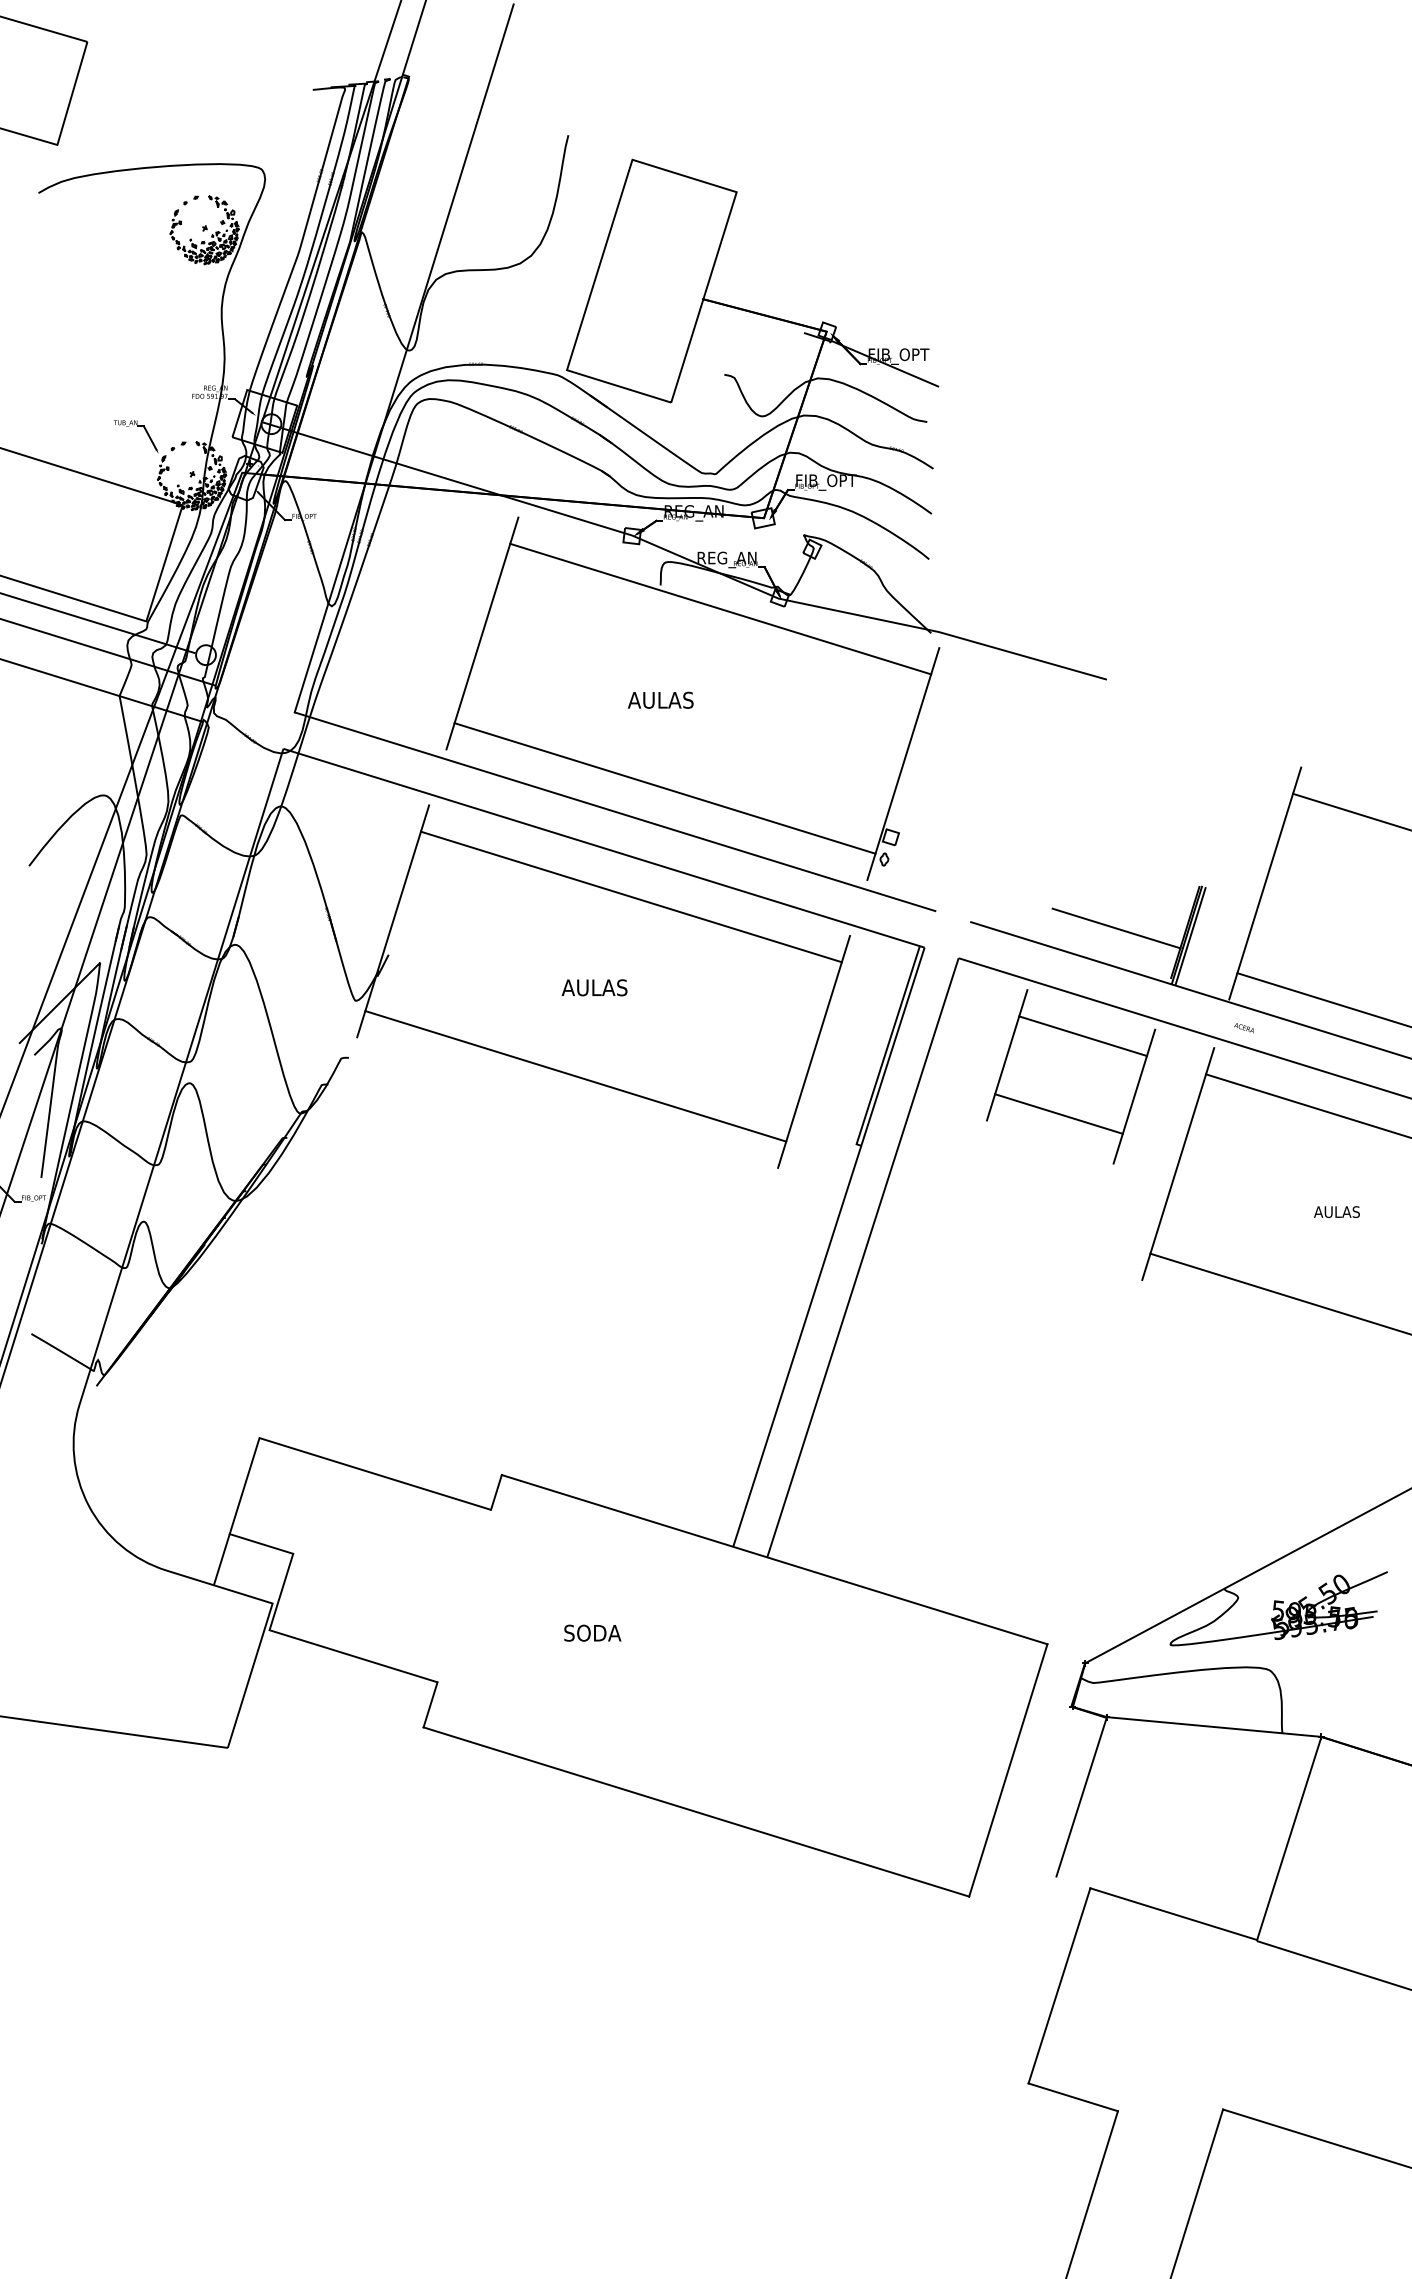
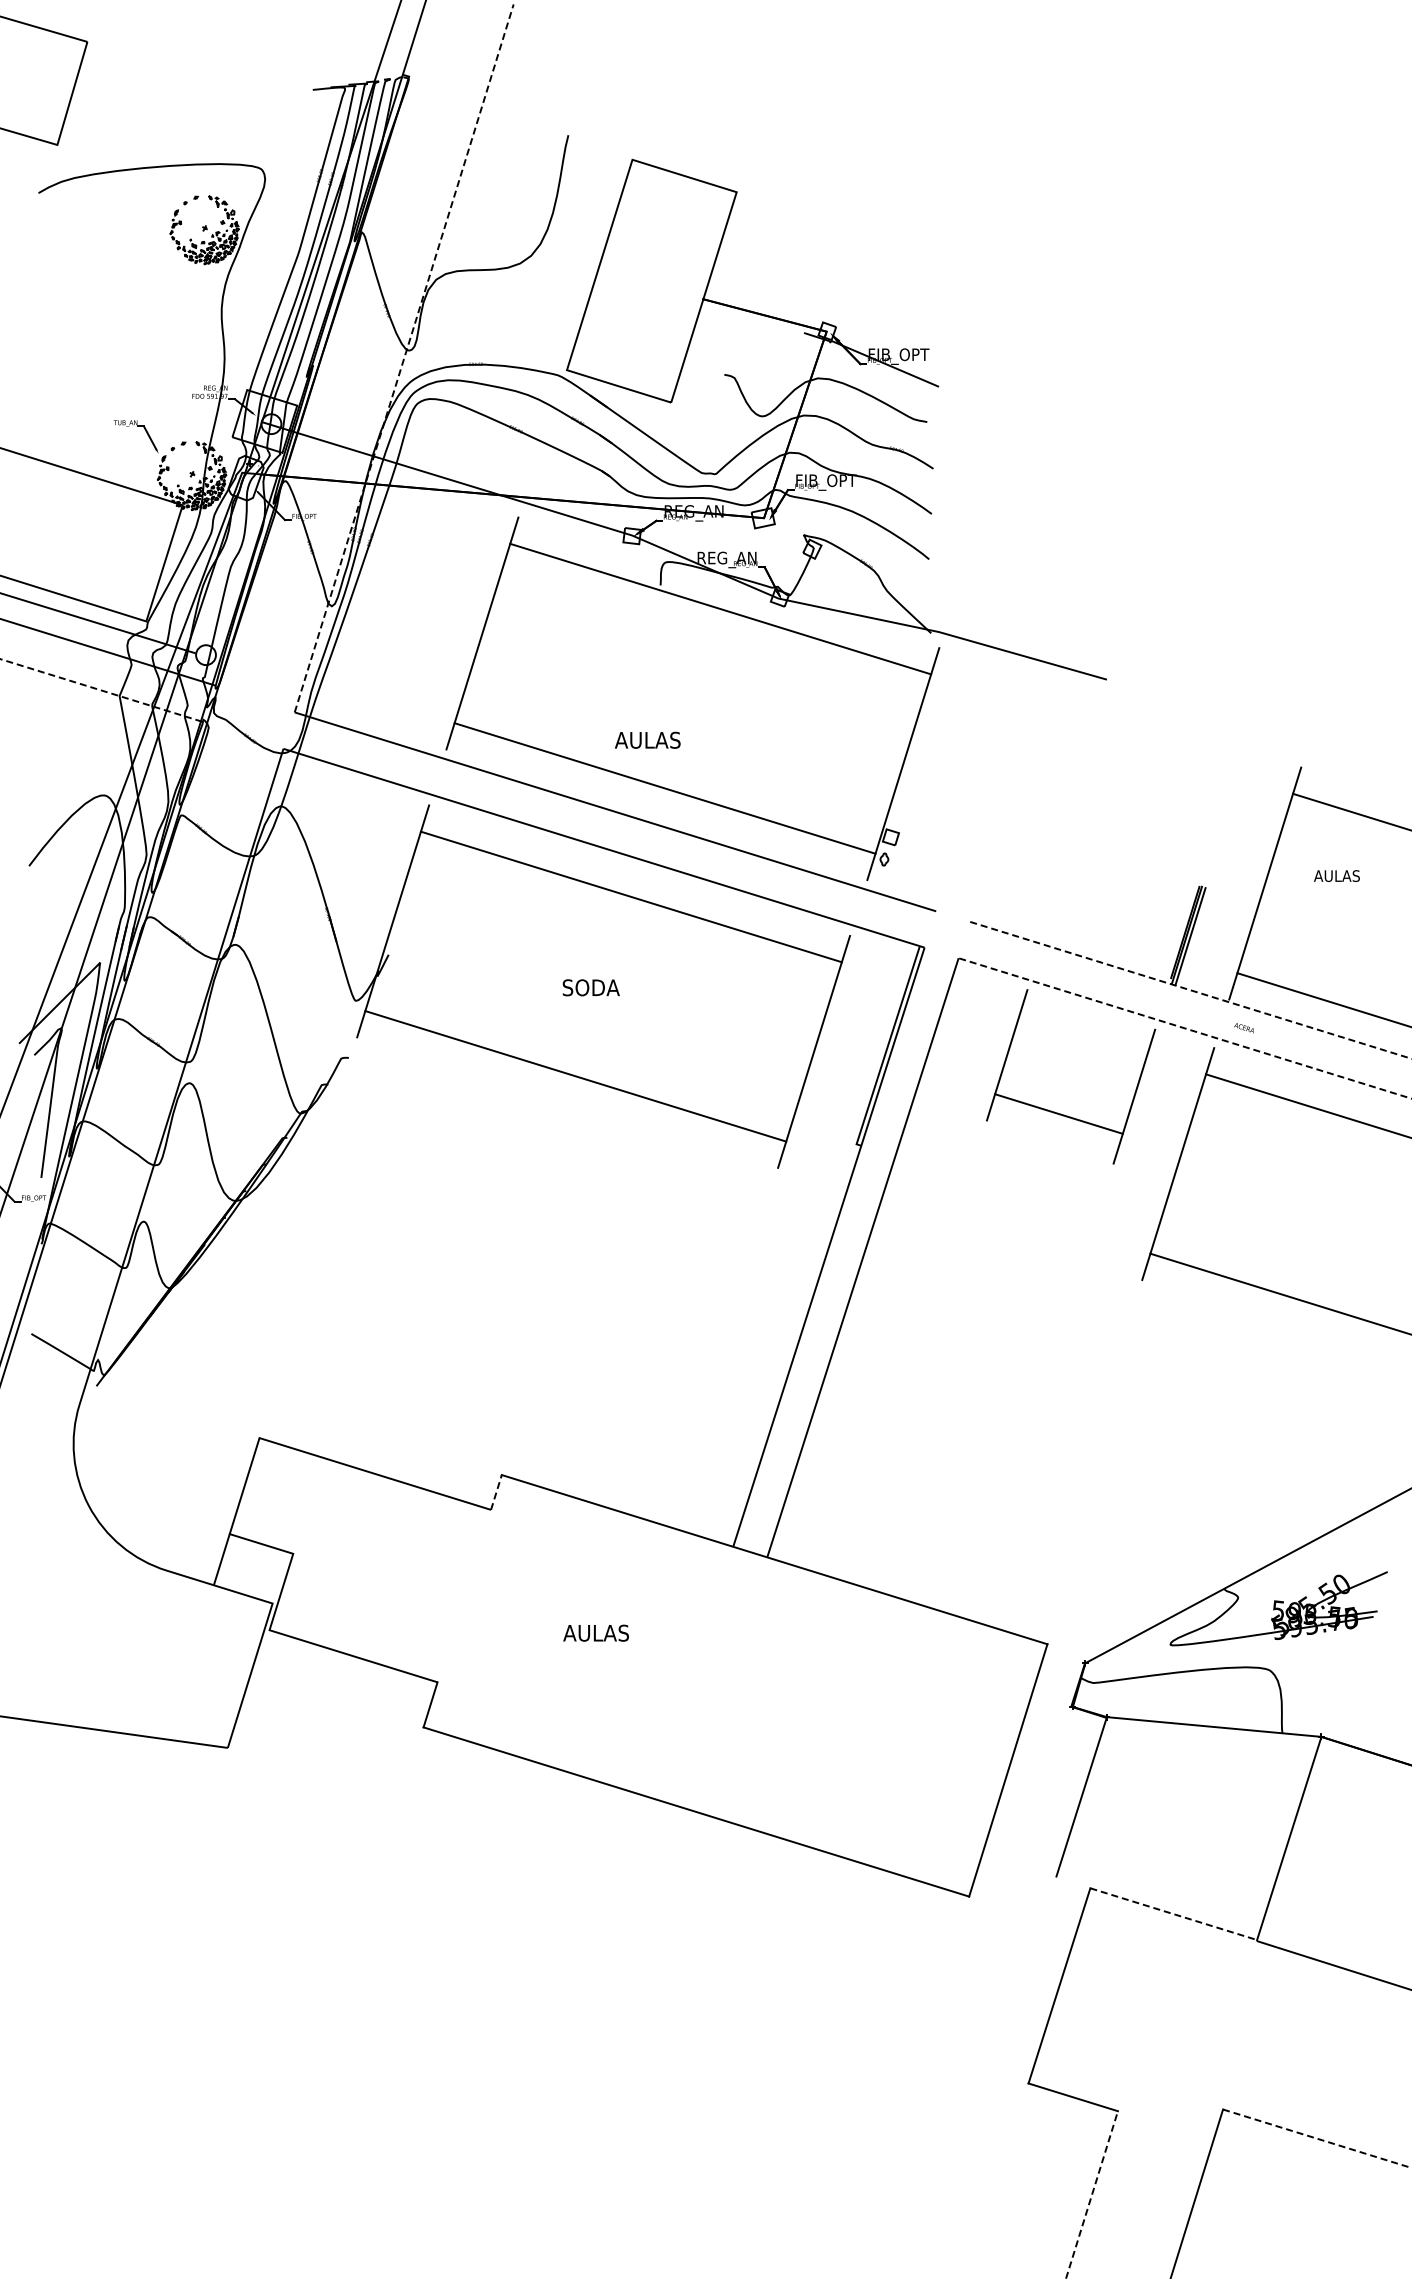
line at (404, 358): solid -> dashed
line at (102, 690): solid -> dashed
text at (660, 699) position: (660, 699) -> (647, 739)
line at (1116, 928): present -> none
text at (594, 987): AULAS -> SODA
line at (1082, 1036): present -> none
line at (1405, 1096): solid -> dashed
text at (1336, 1211) position: (1336, 1211) -> (1336, 875)
line at (496, 1491): solid -> dashed
text at (595, 1632): SODA -> AULAS
line at (1174, 1914): solid -> dashed
line at (1317, 2138): solid -> dashed
line at (1092, 2194): solid -> dashed
